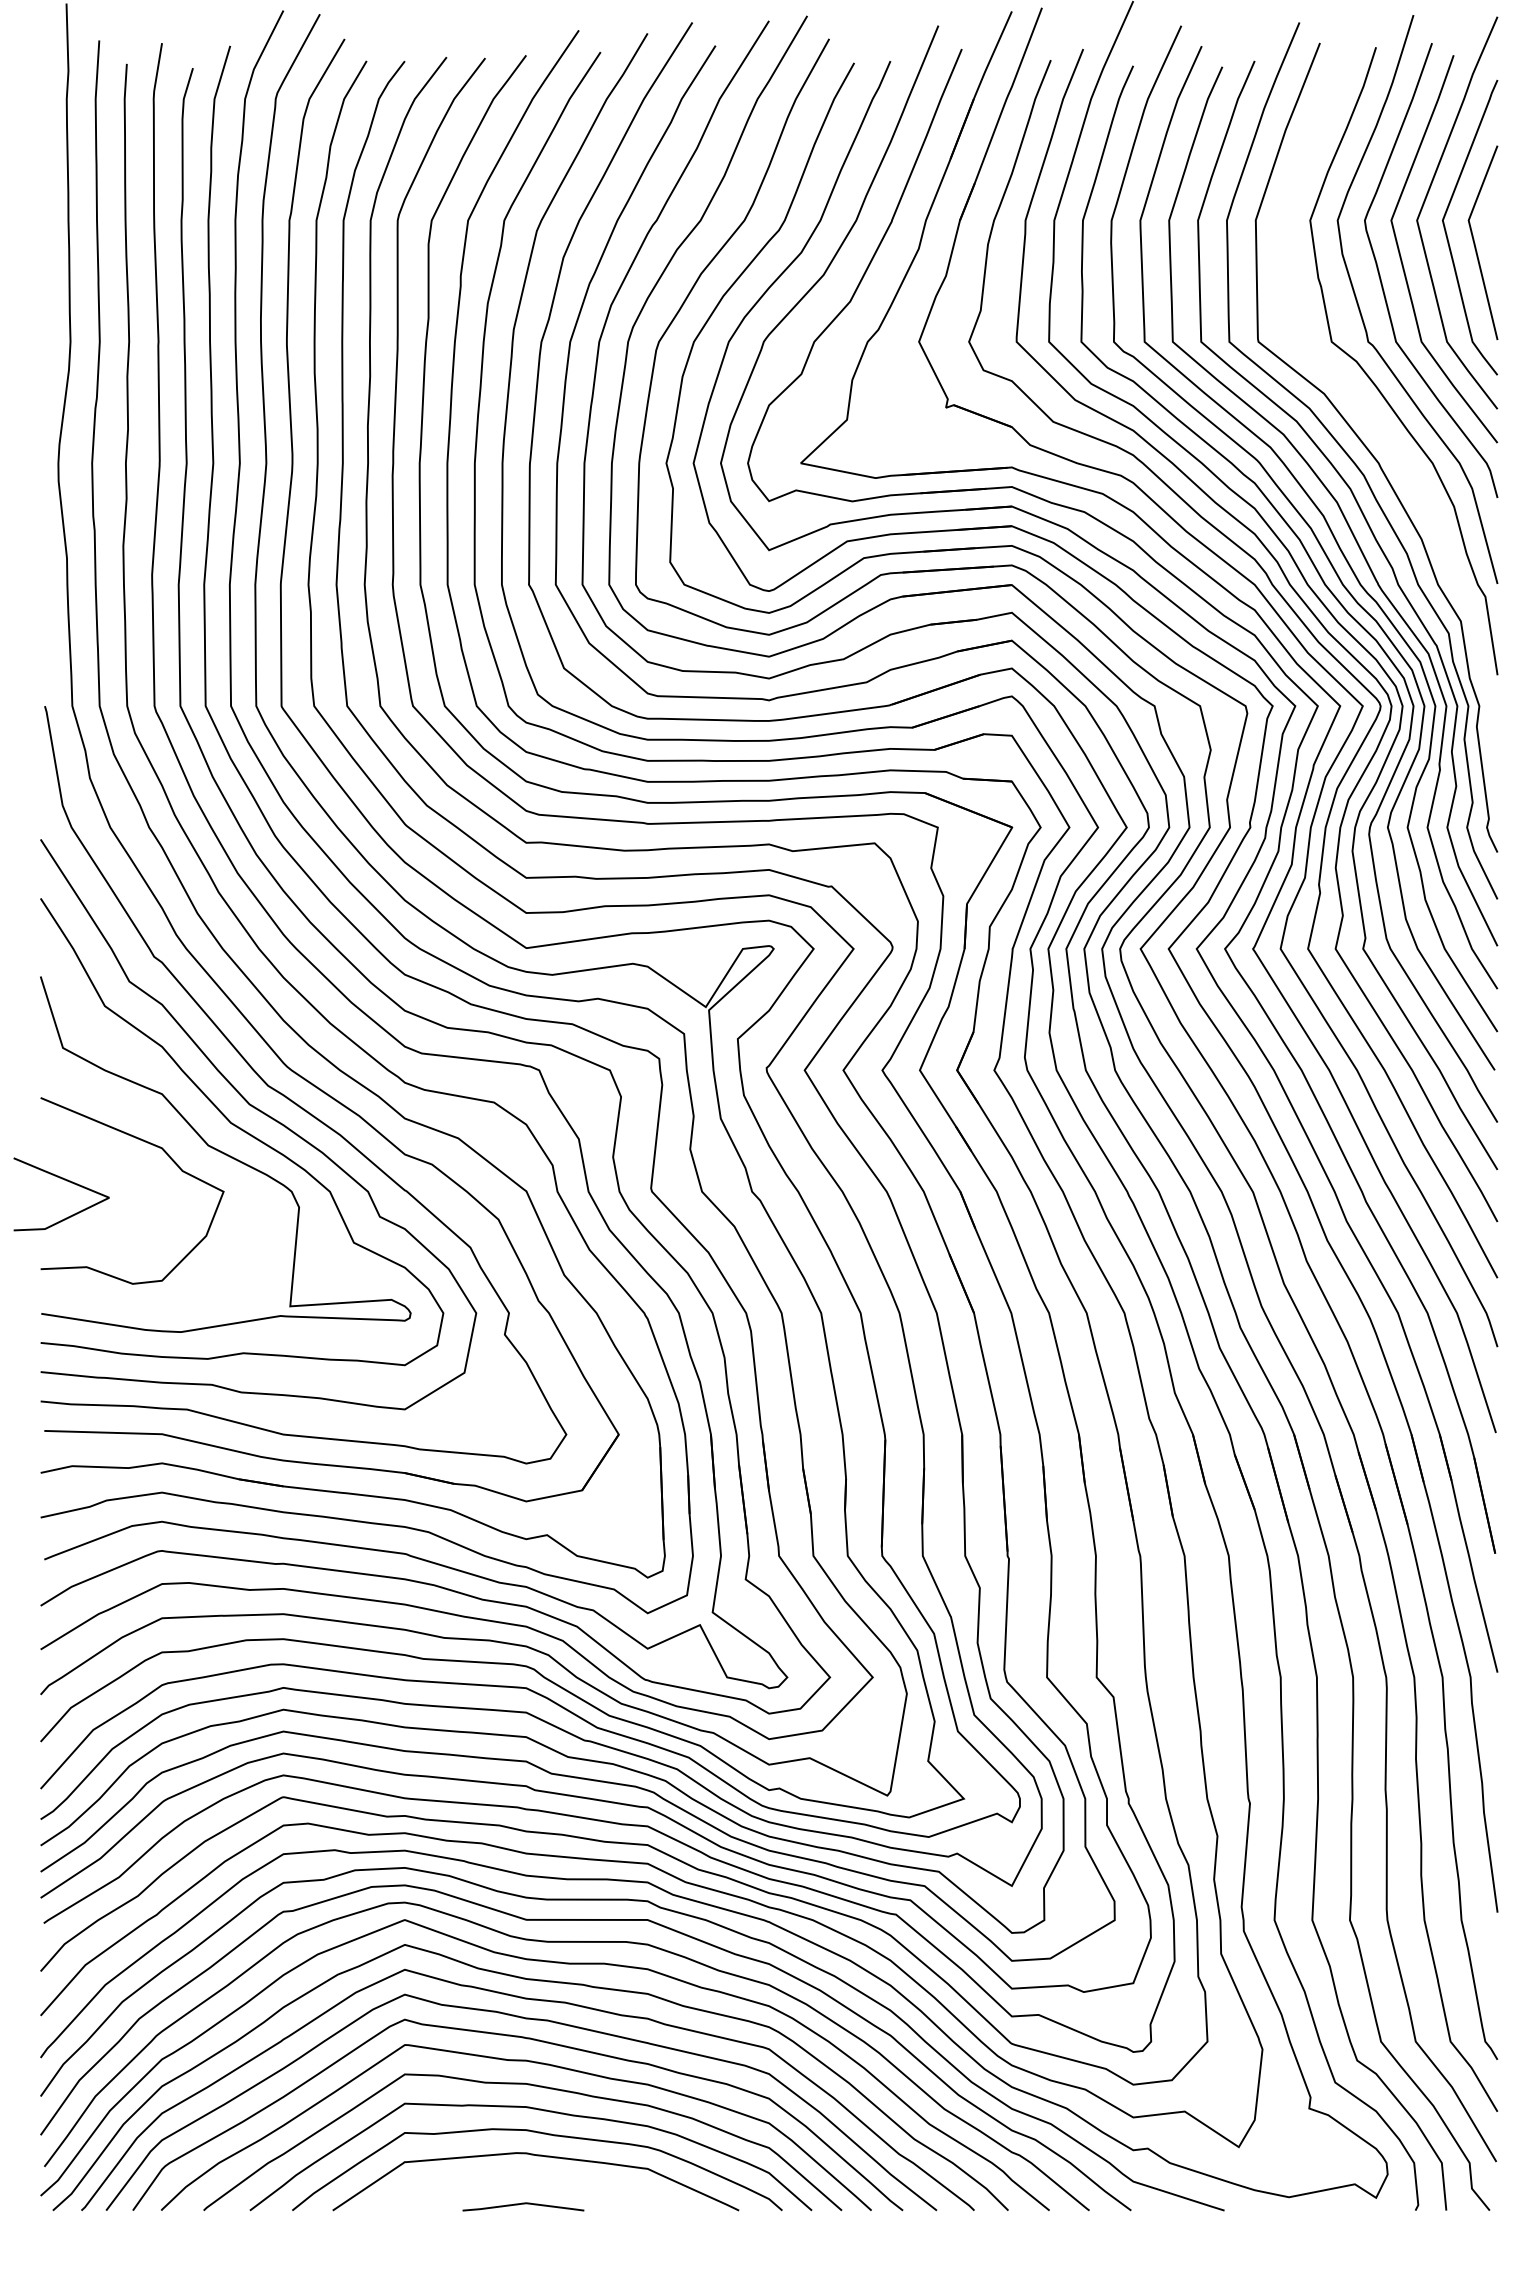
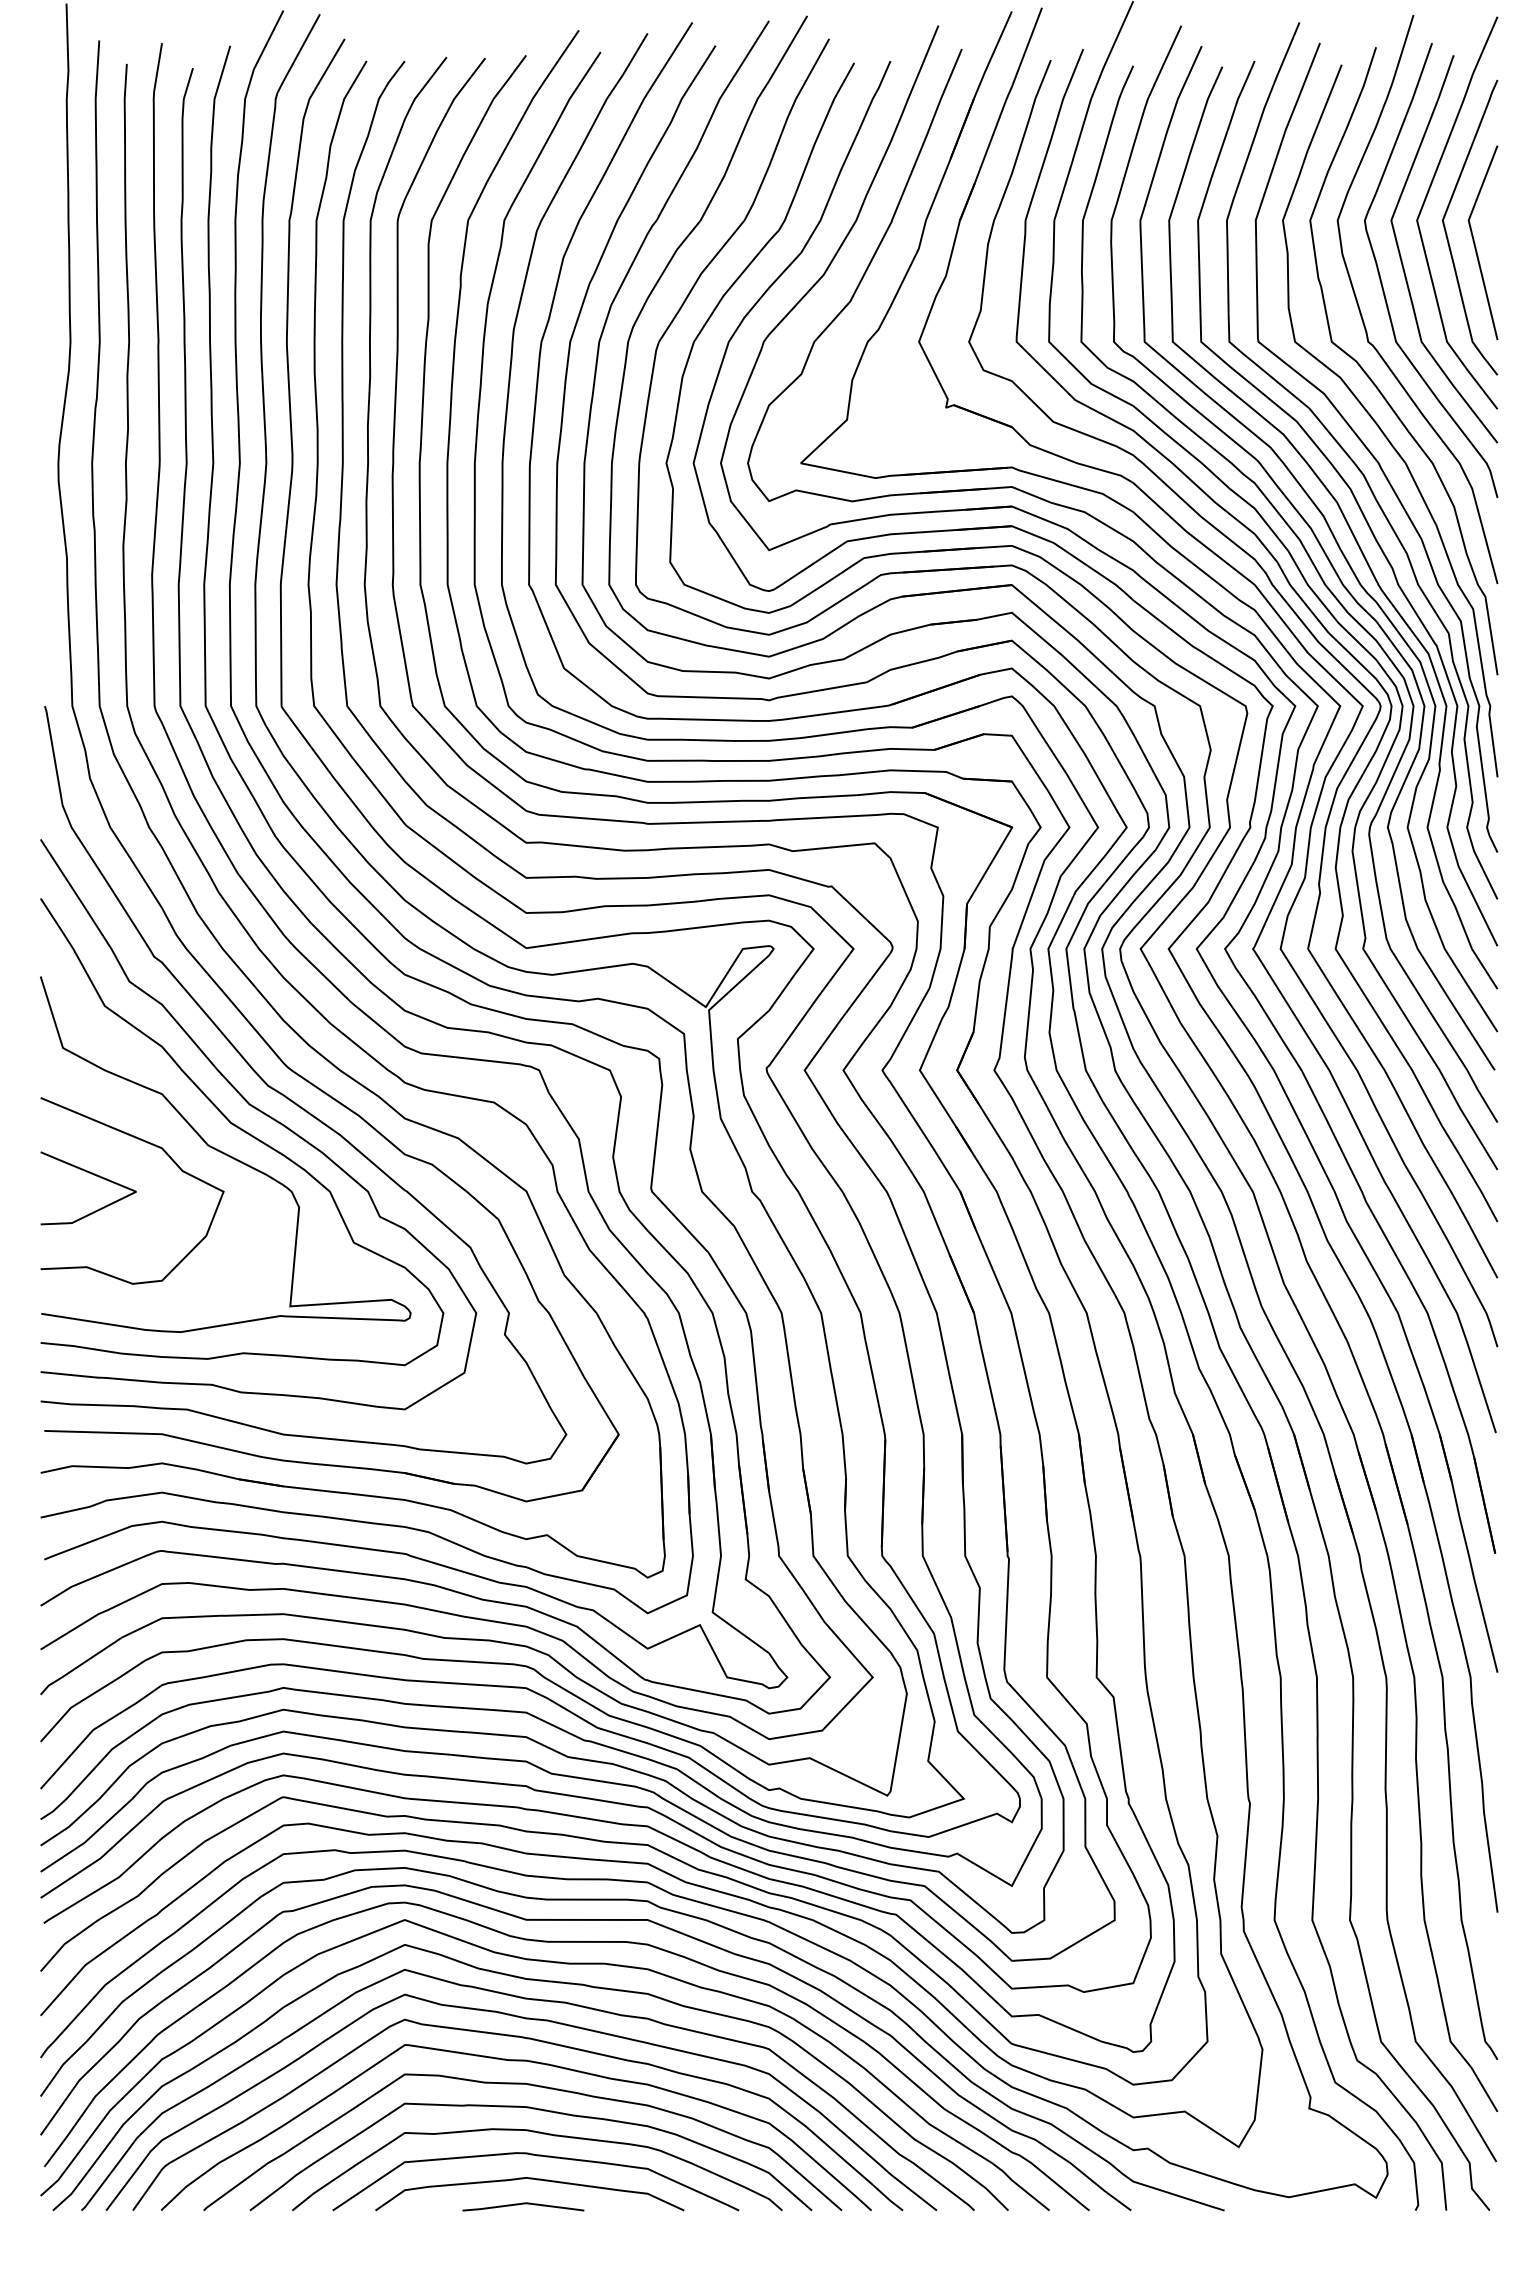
curve at (1381, 428): none -> present
line at (66, 1181) position: (66, 1181) -> (93, 1175)
curve at (529, 2179): none -> present
